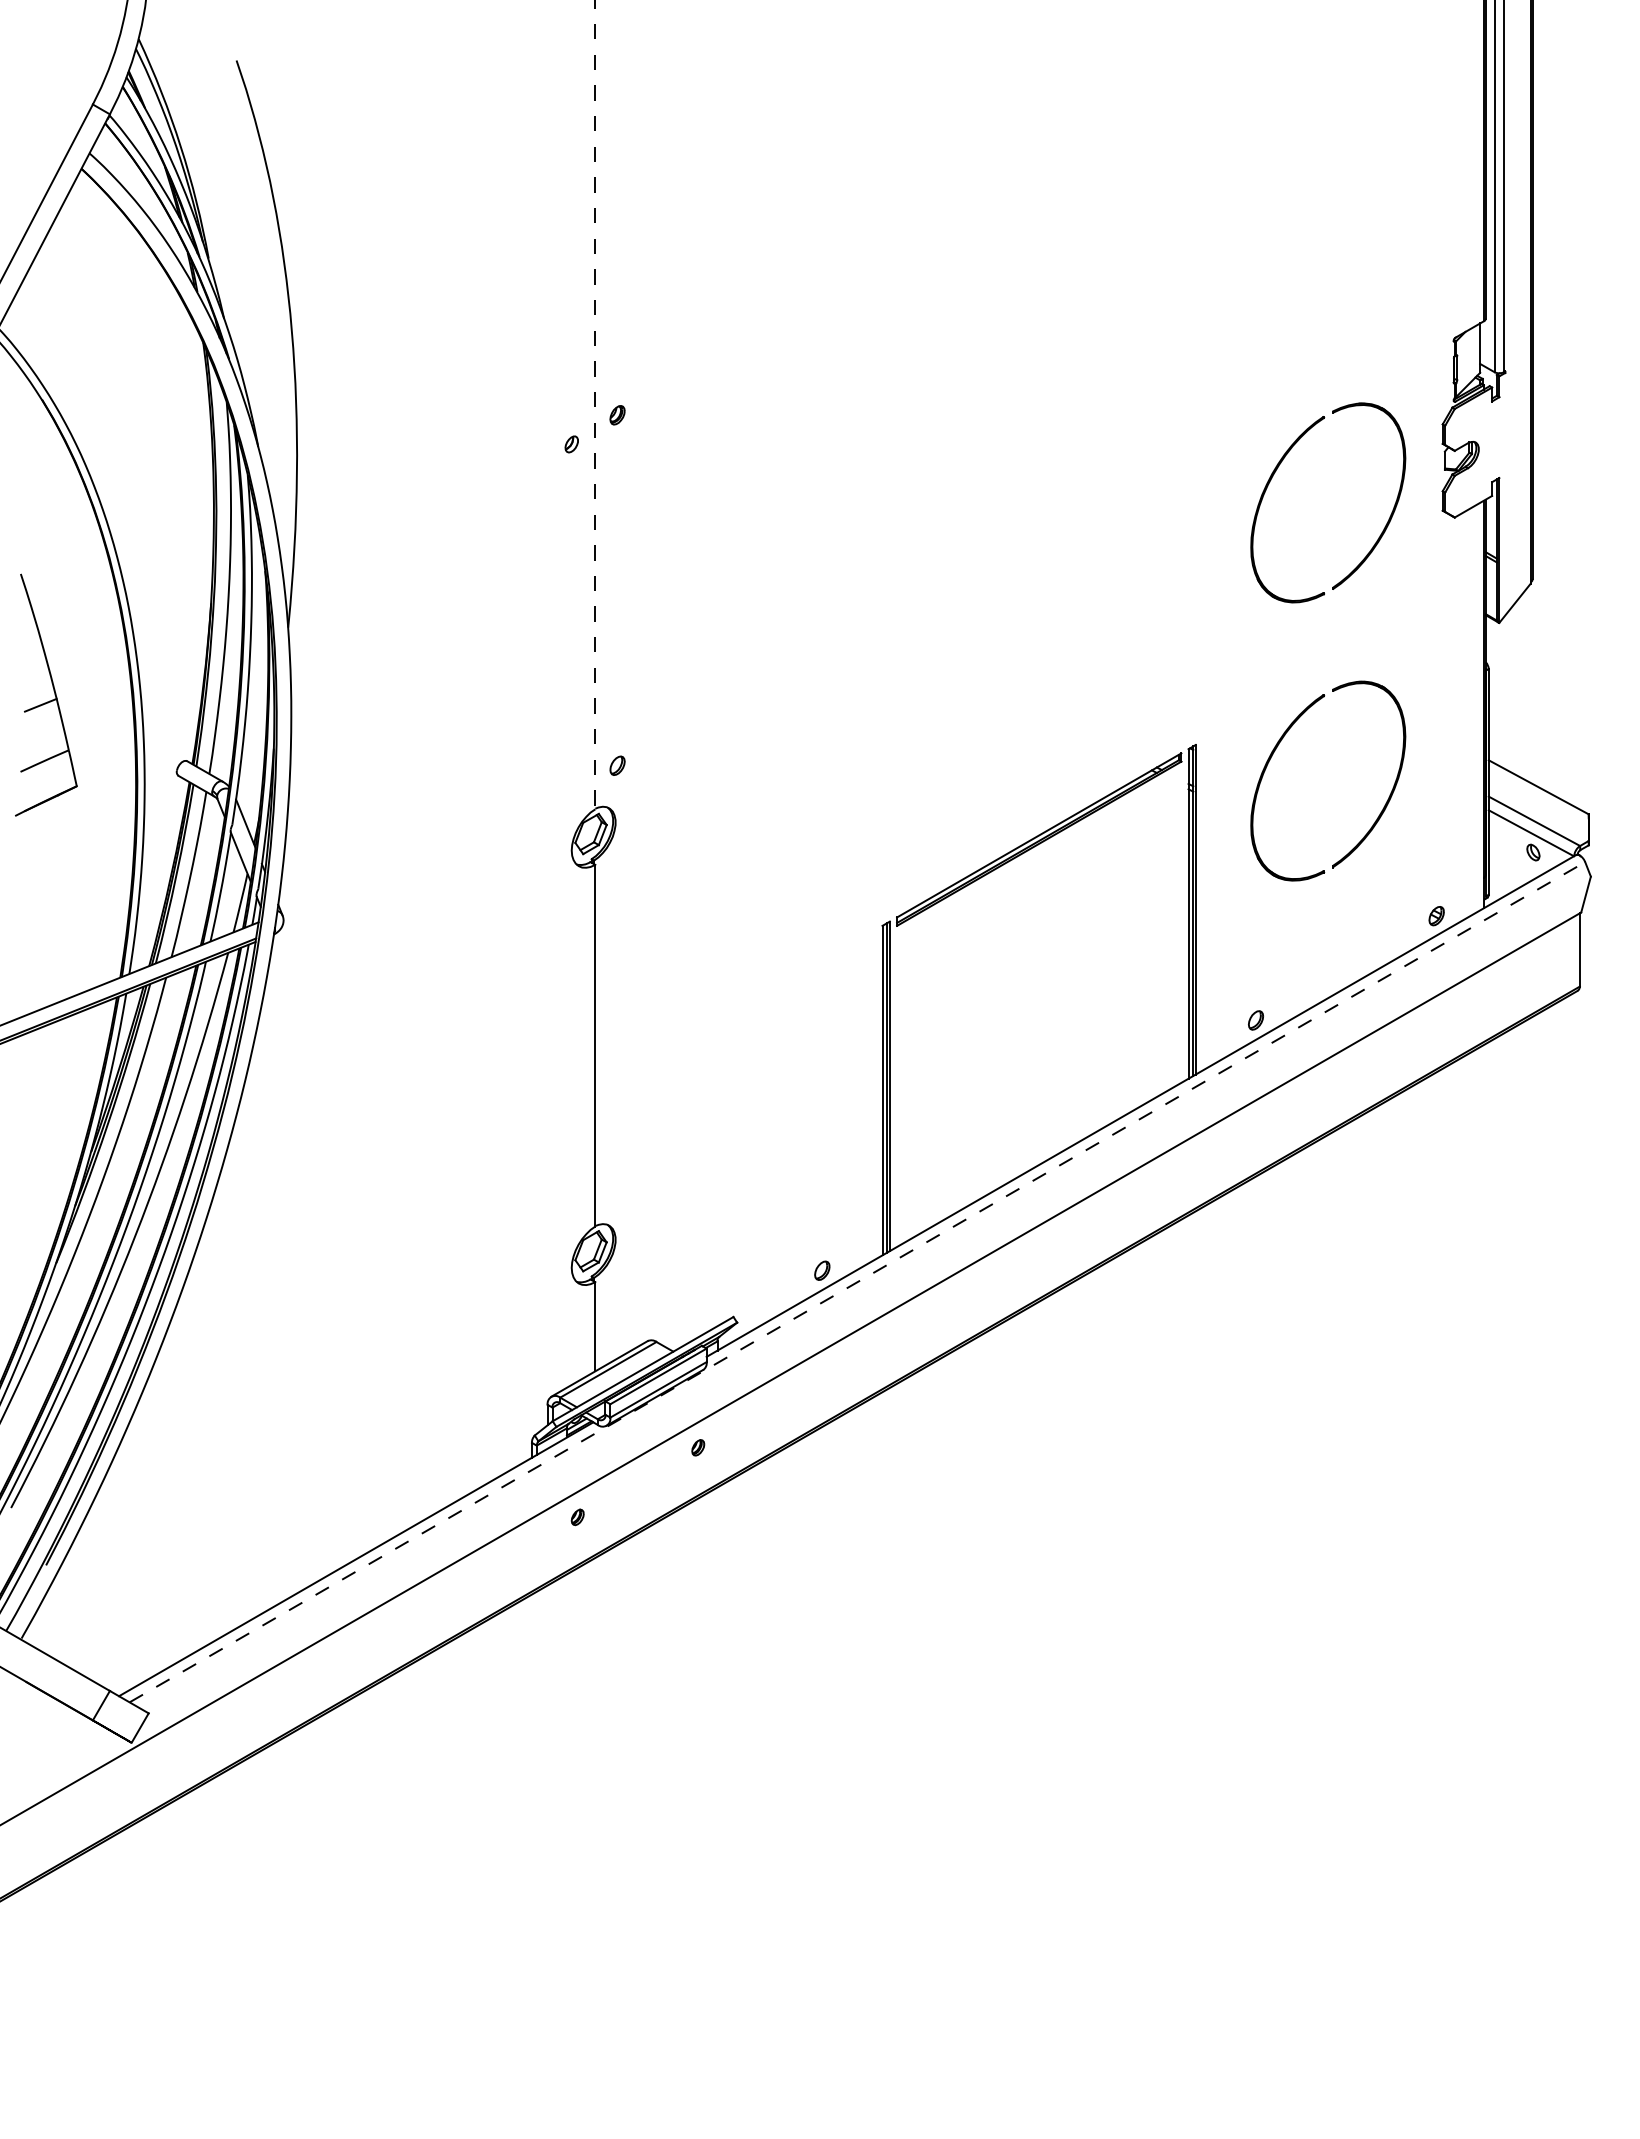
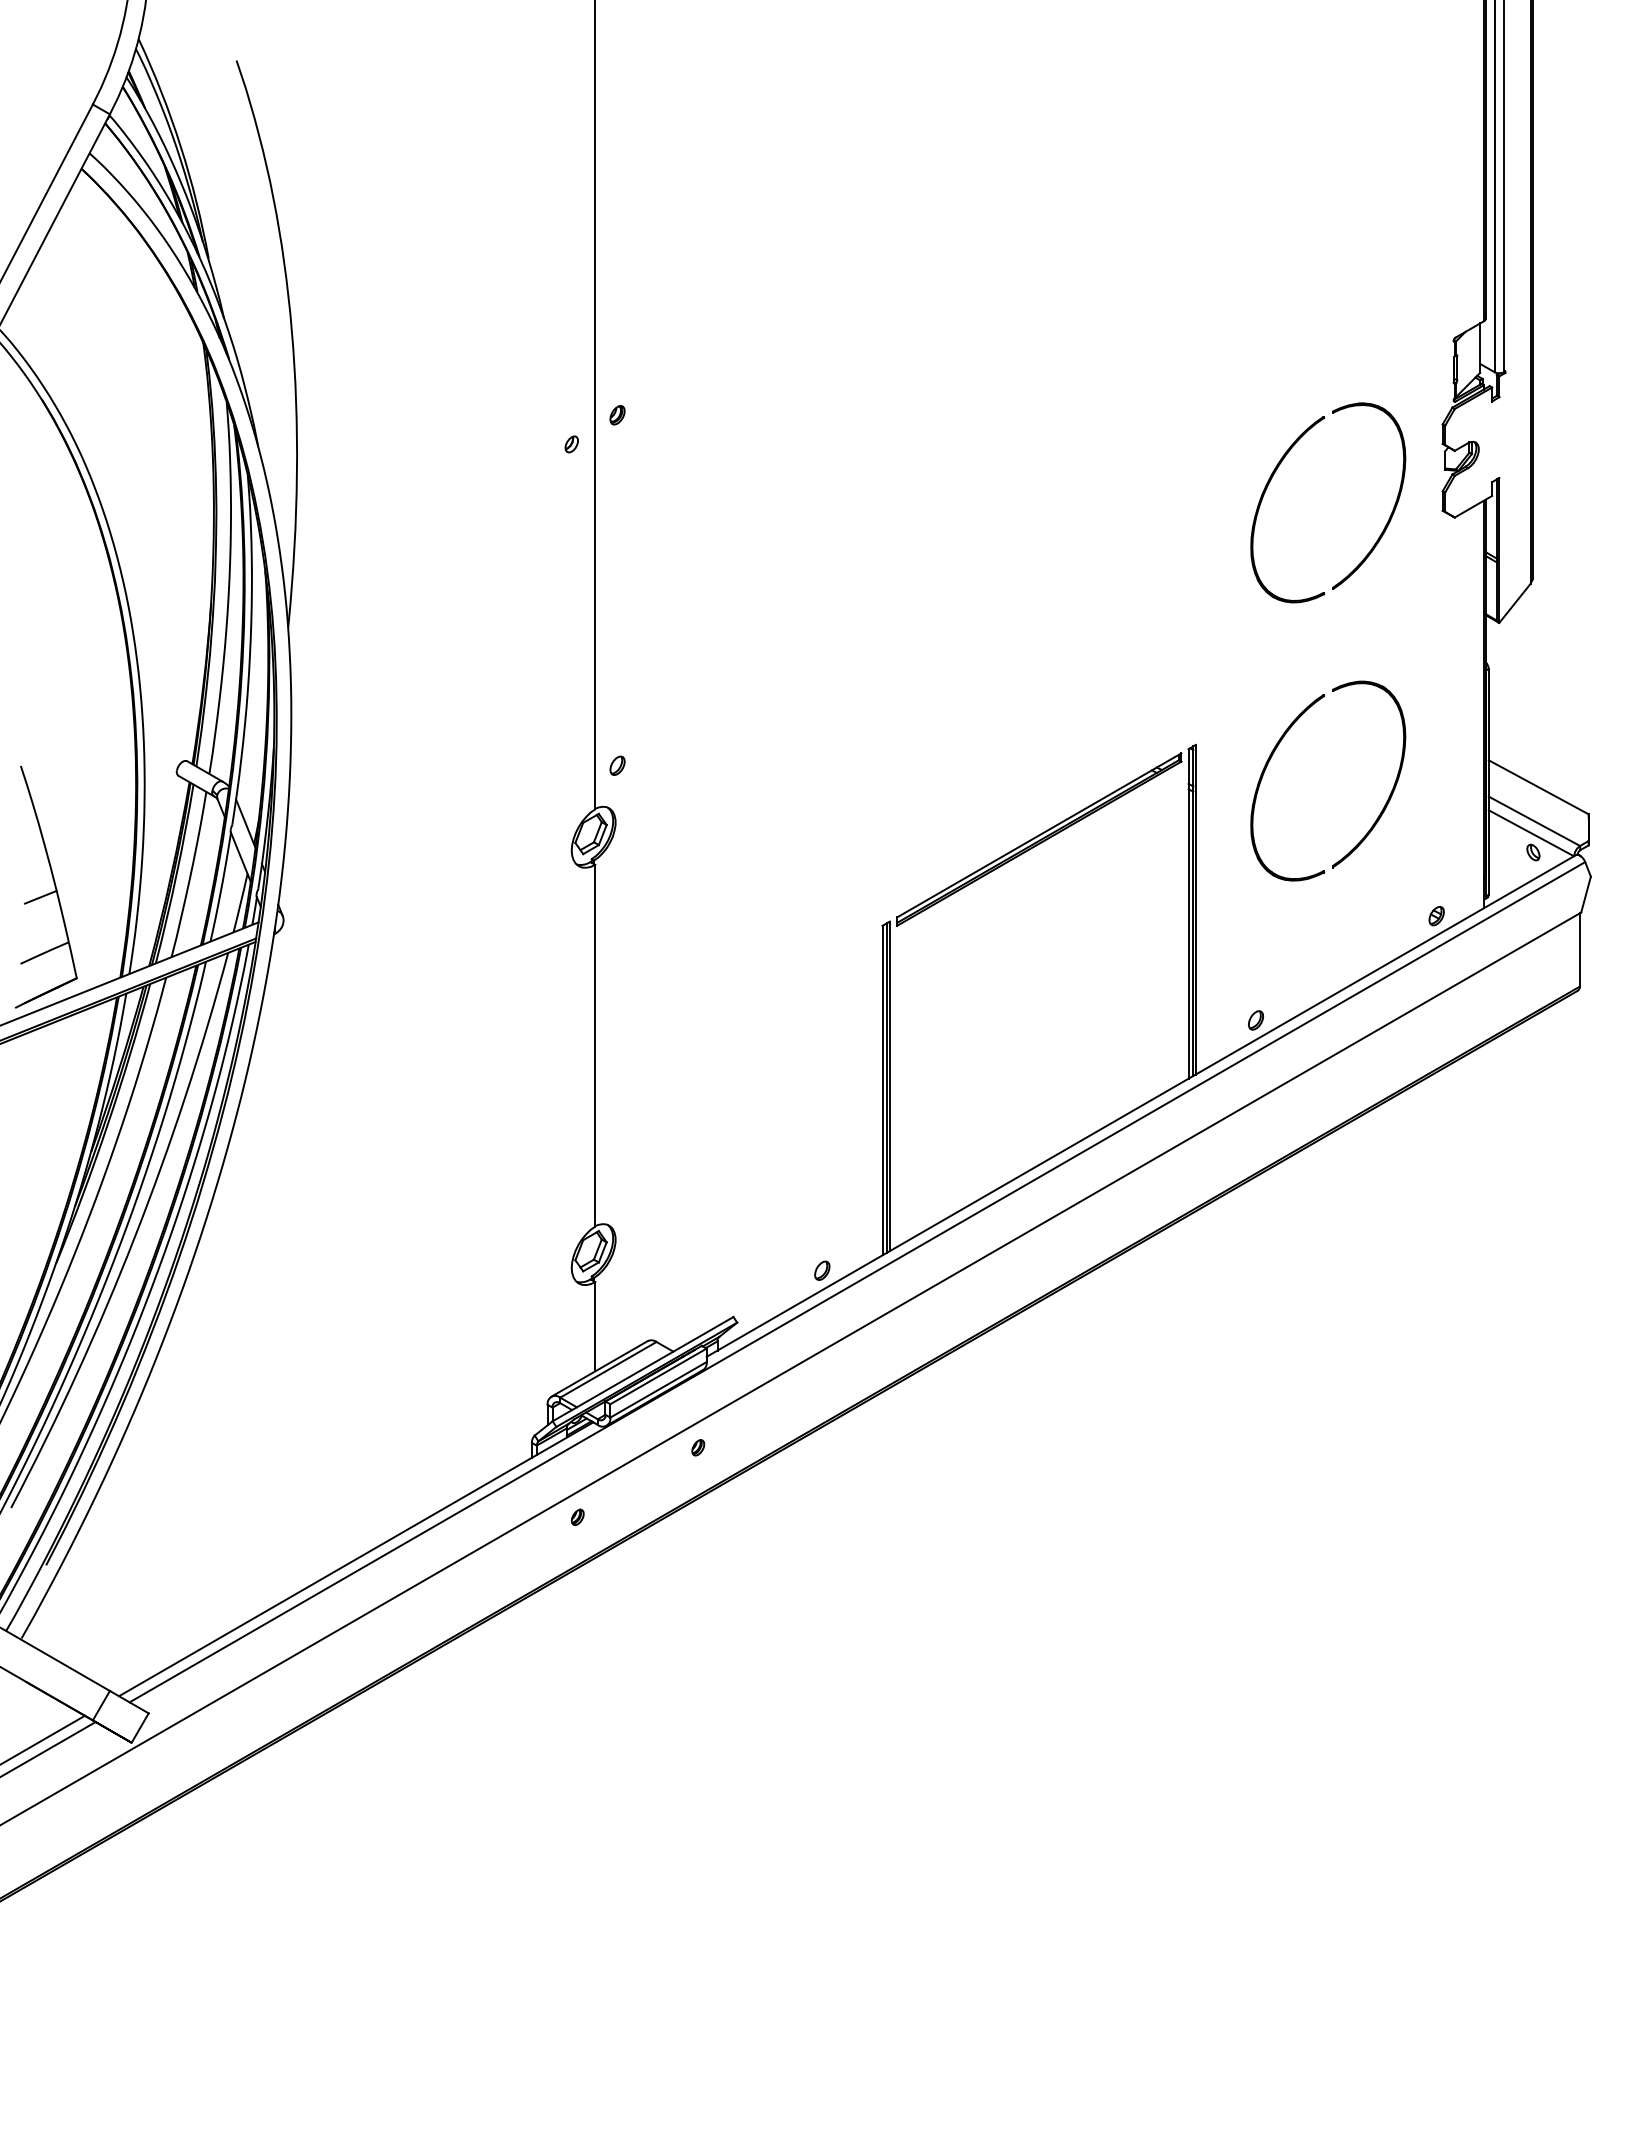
line at (595, 405): dashed -> solid
part at (49, 700) position: (49, 700) -> (49, 892)
line at (857, 1281): dashed -> solid
line at (43, 1739): none -> present
line at (48, 1748): none -> present
